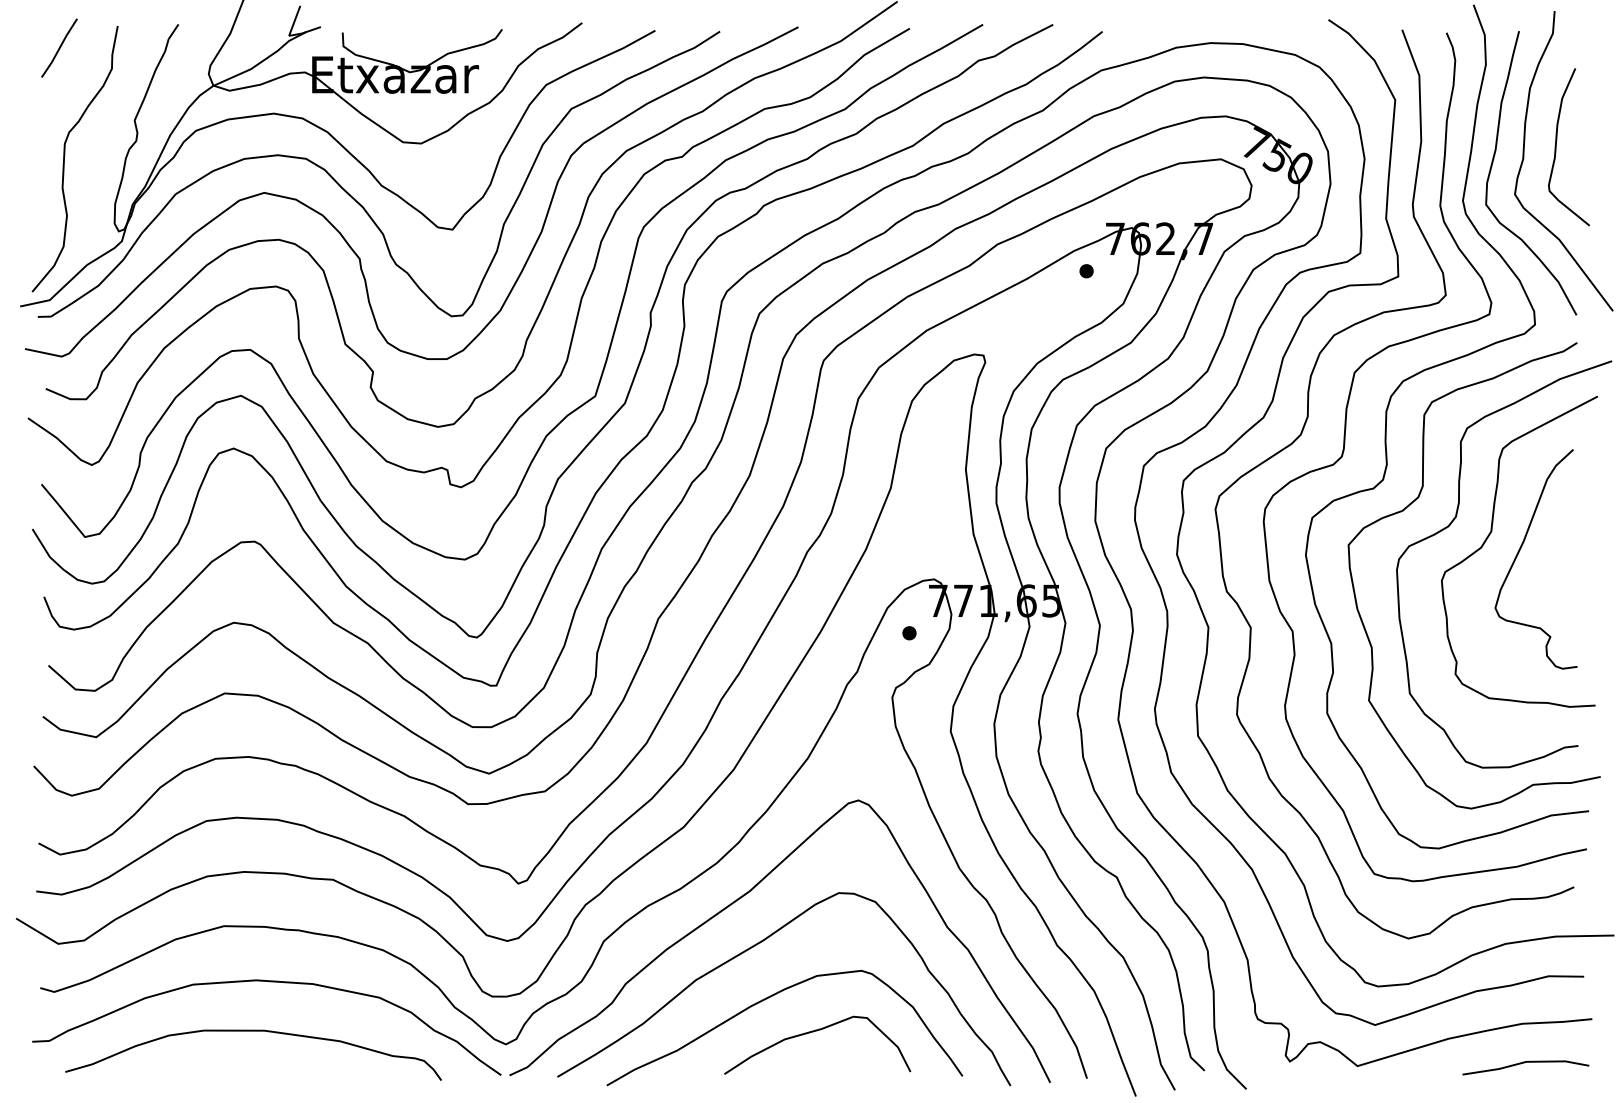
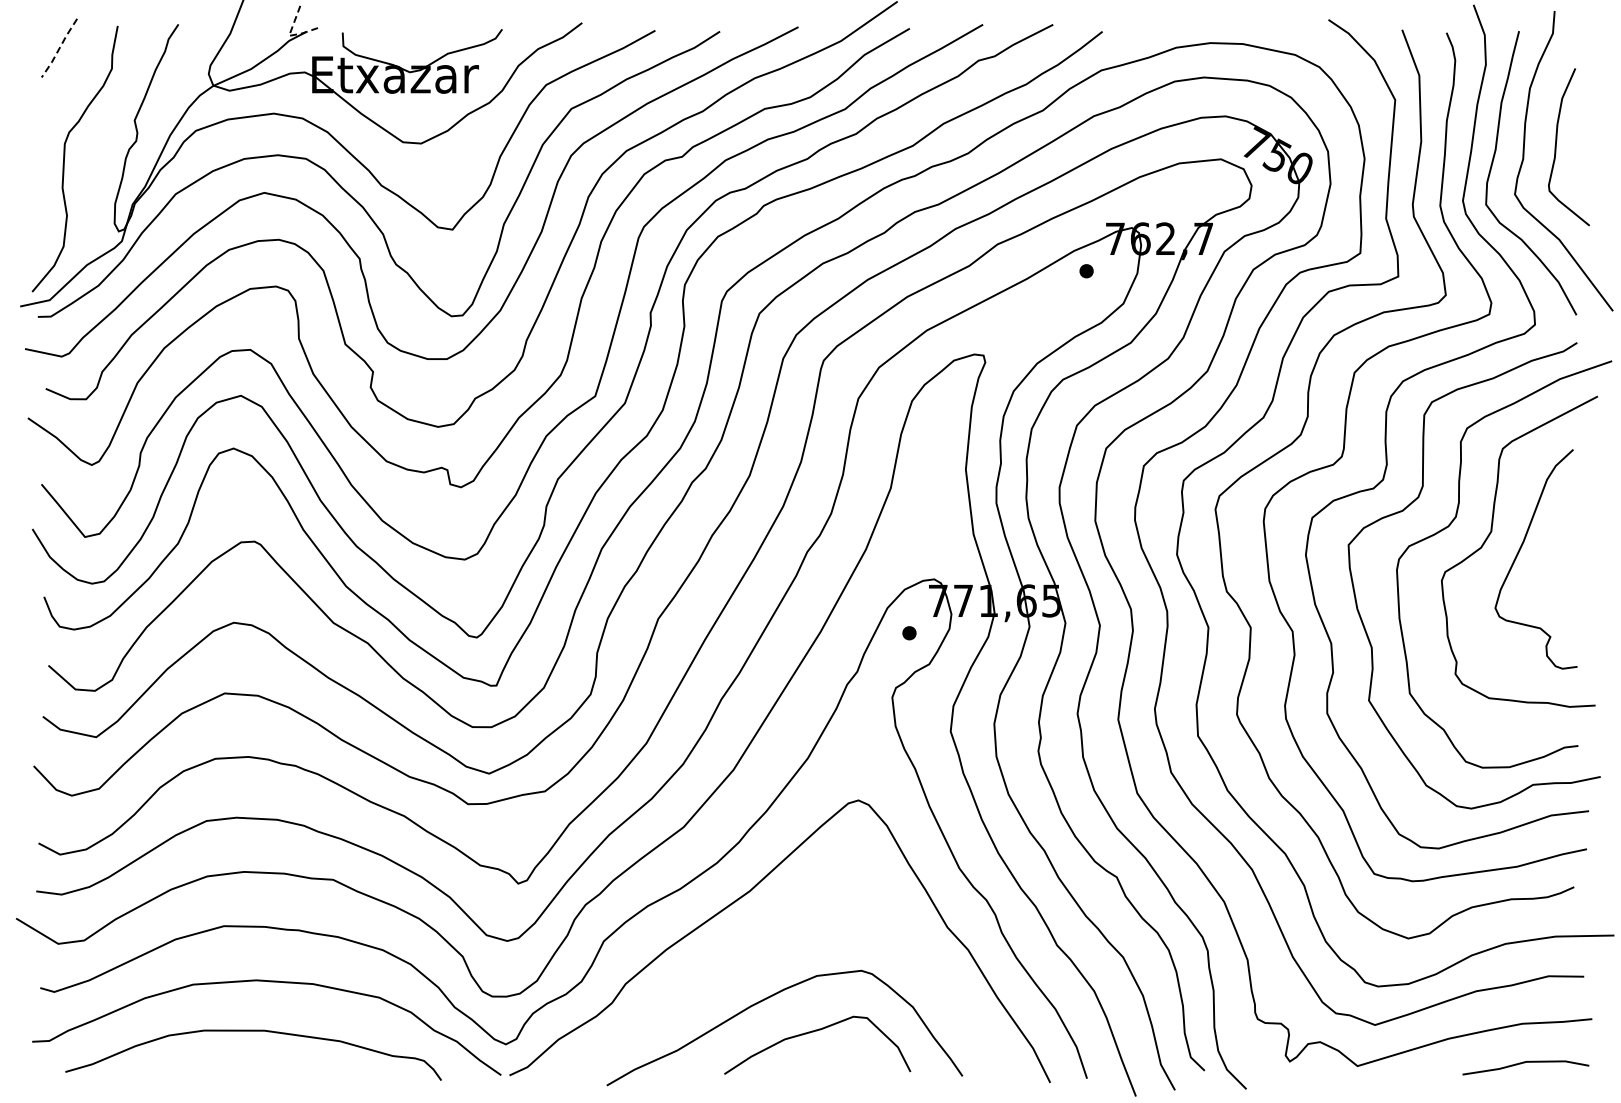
line at (290, 35): solid -> dashed
line at (59, 48): solid -> dashed
curve at (755, 946): present -> none
